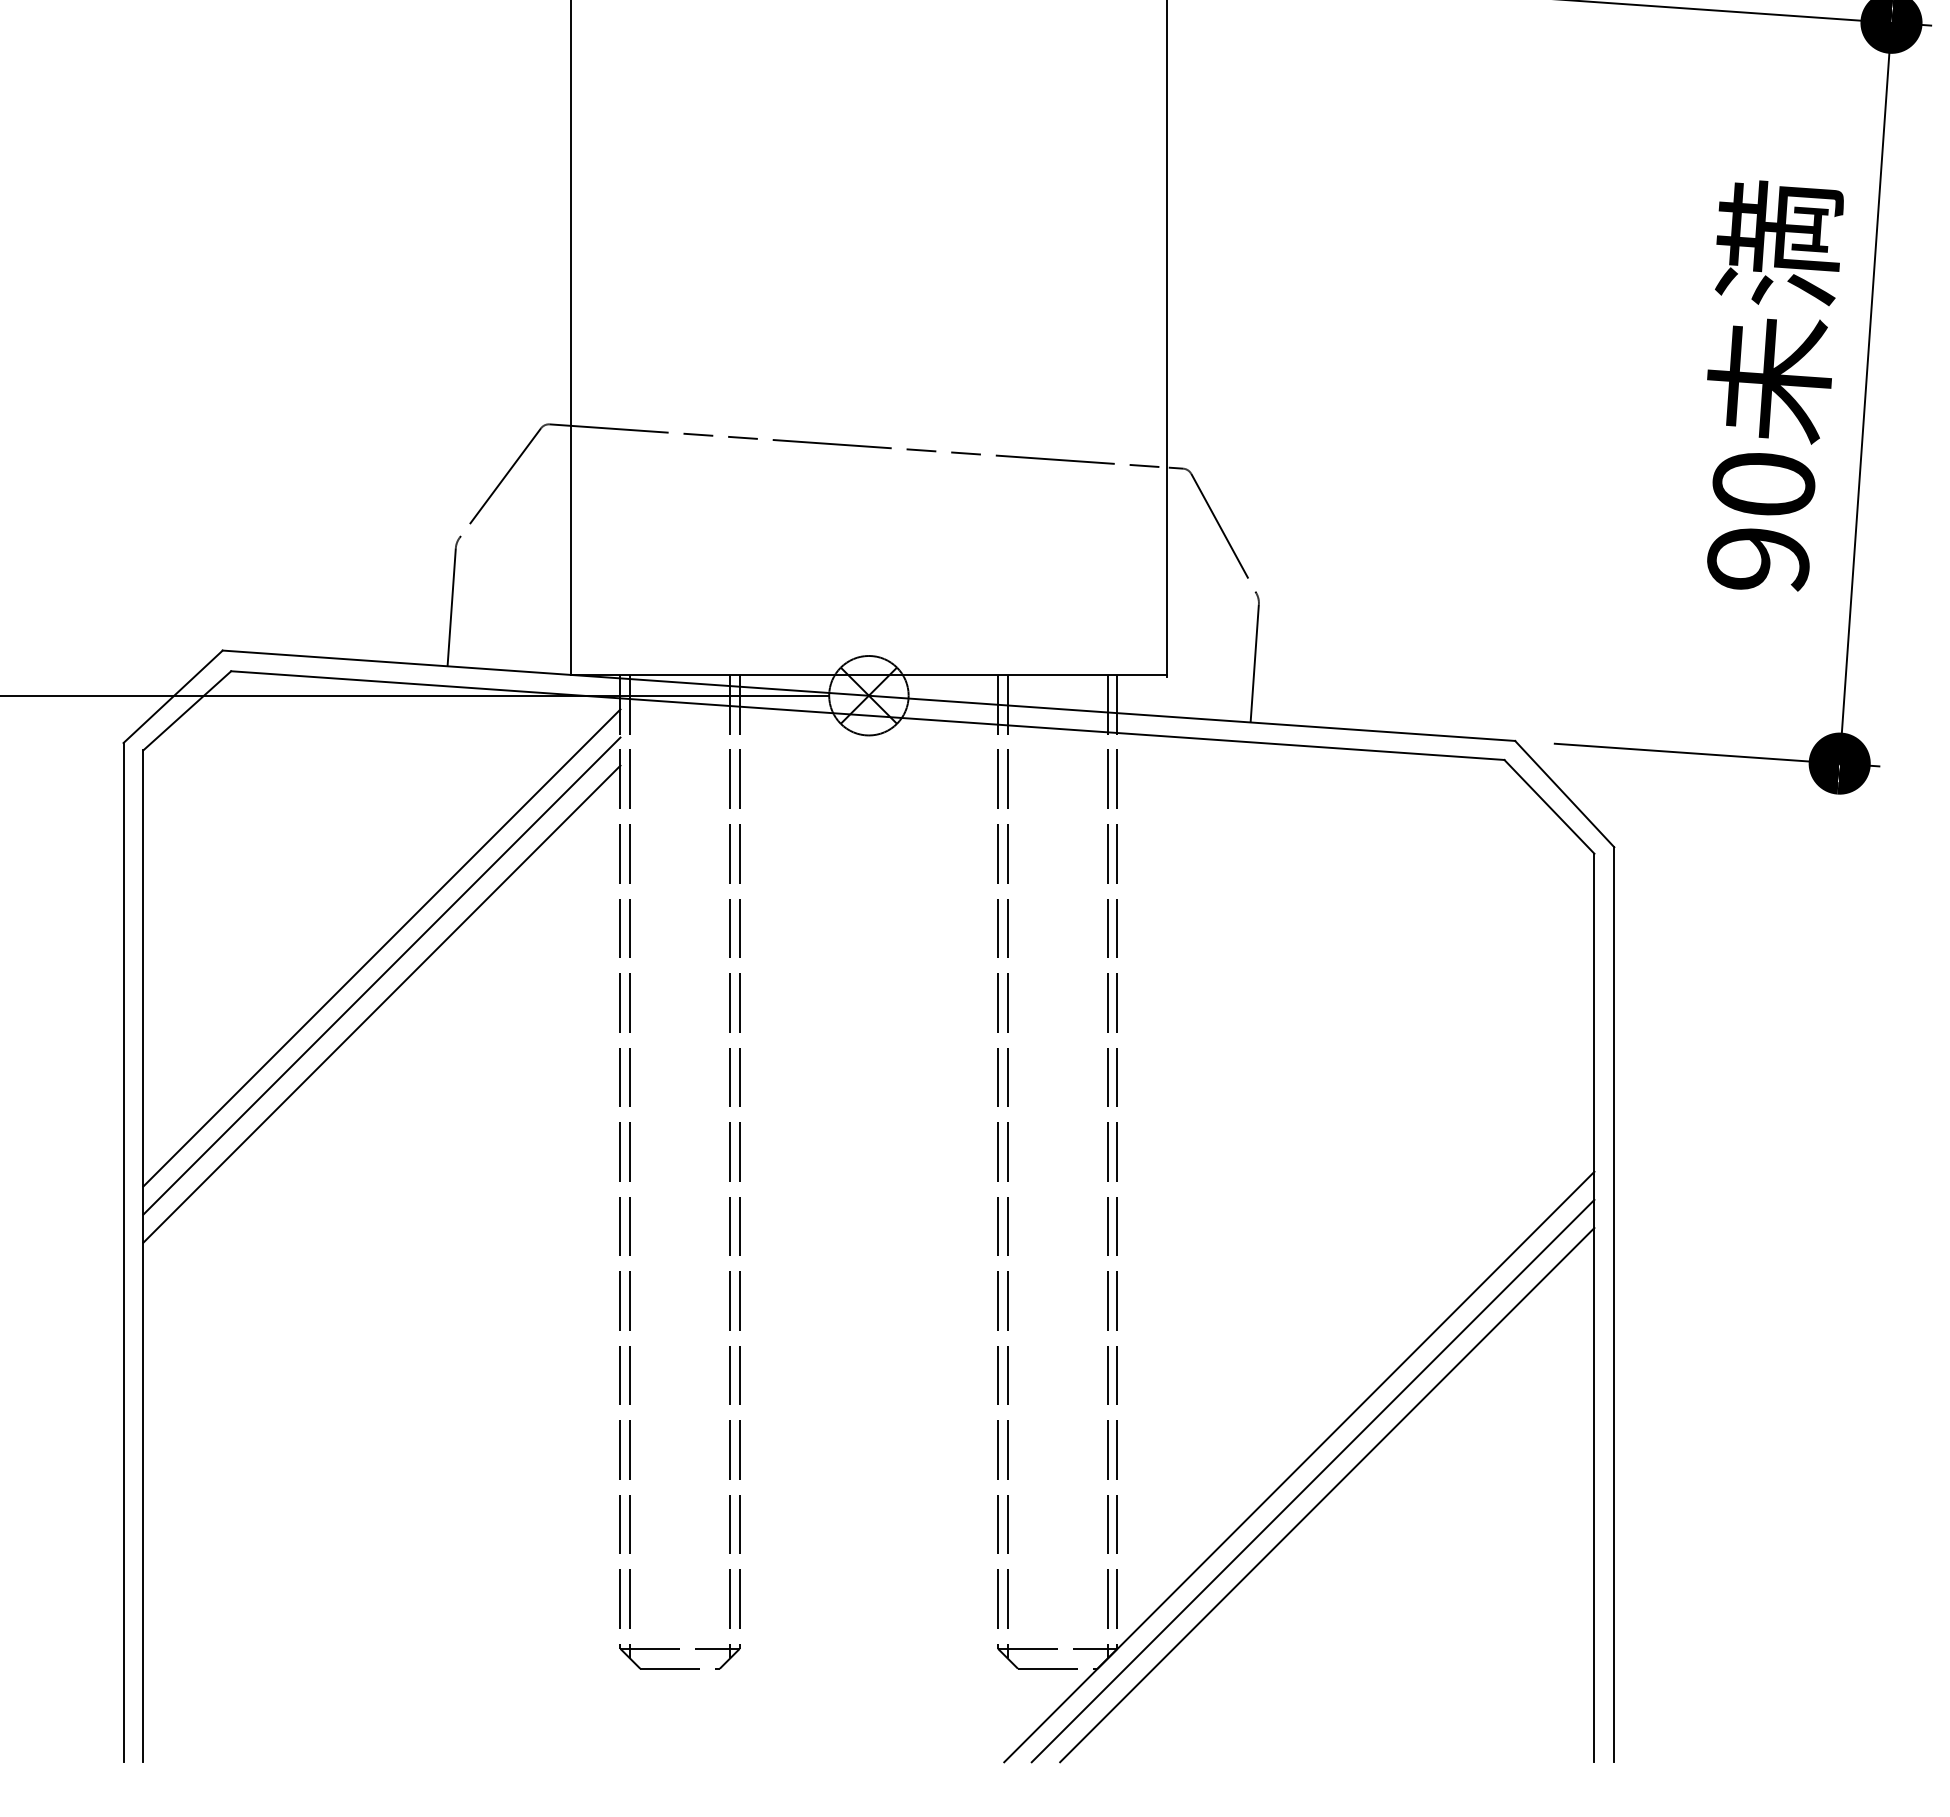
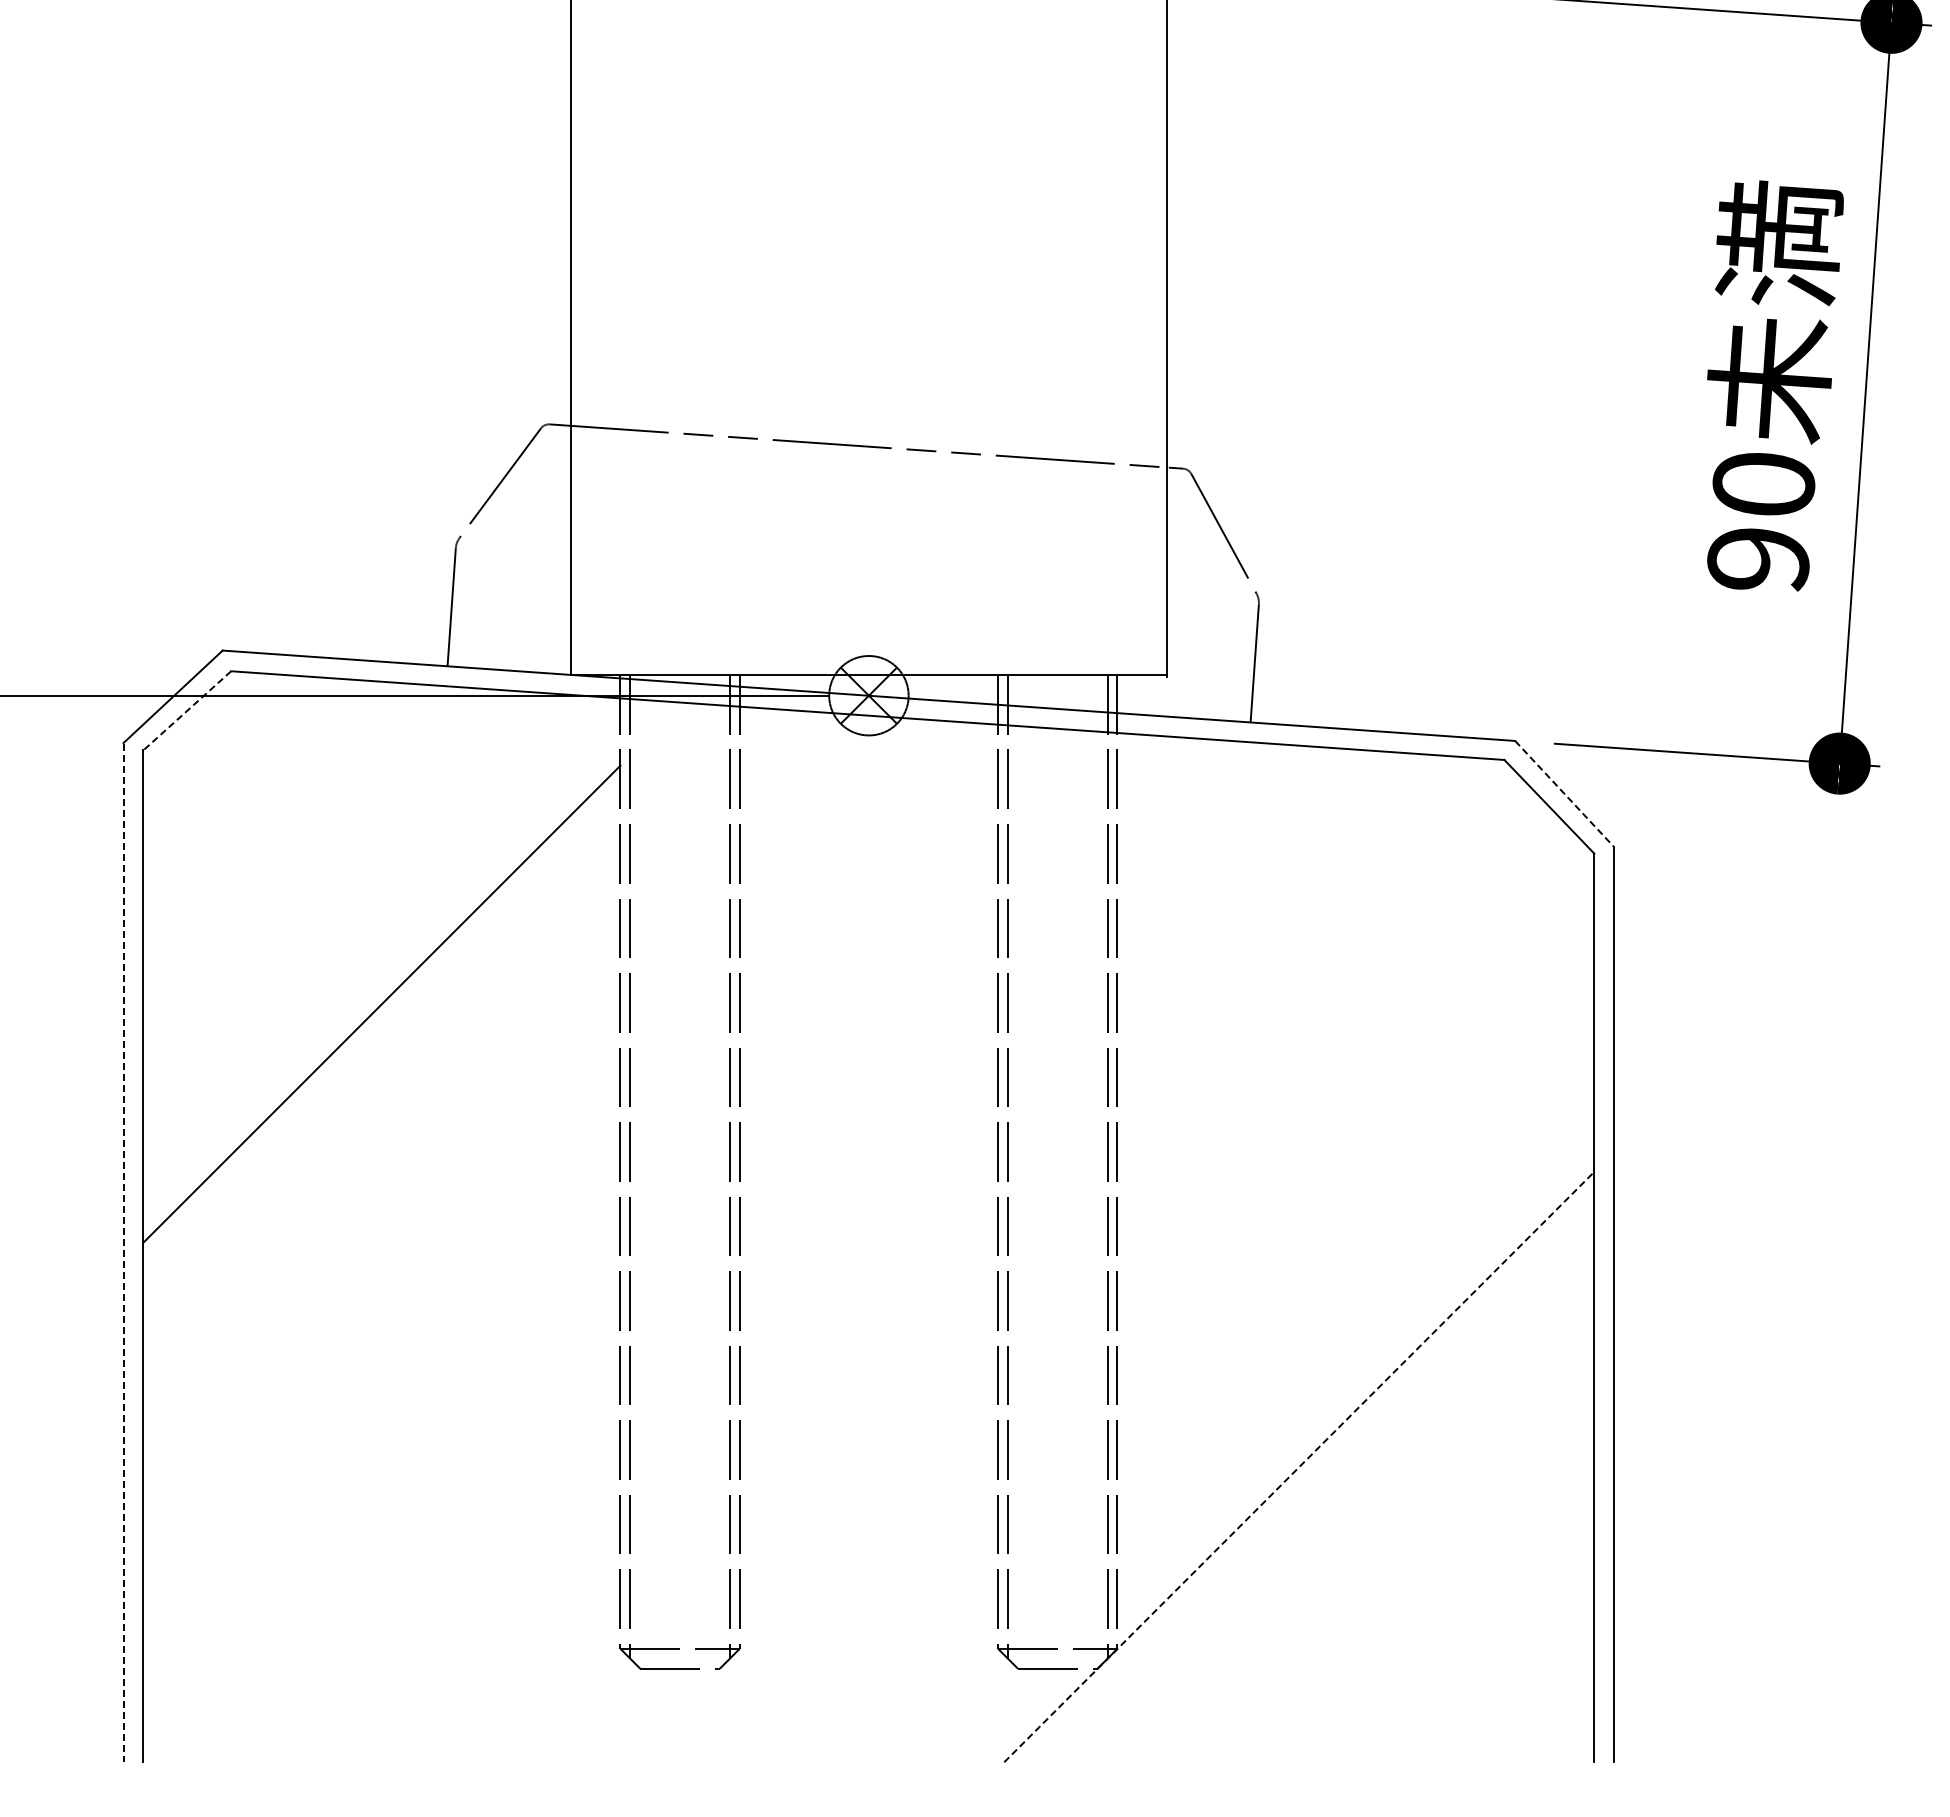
line at (186, 711): solid -> dashed
line at (1564, 794): solid -> dashed
line at (381, 947): present -> none
line at (381, 975): present -> none
line at (123, 1253): solid -> dashed
line at (1299, 1466): solid -> dashed
line at (1312, 1480): present -> none
line at (1327, 1495): present -> none
